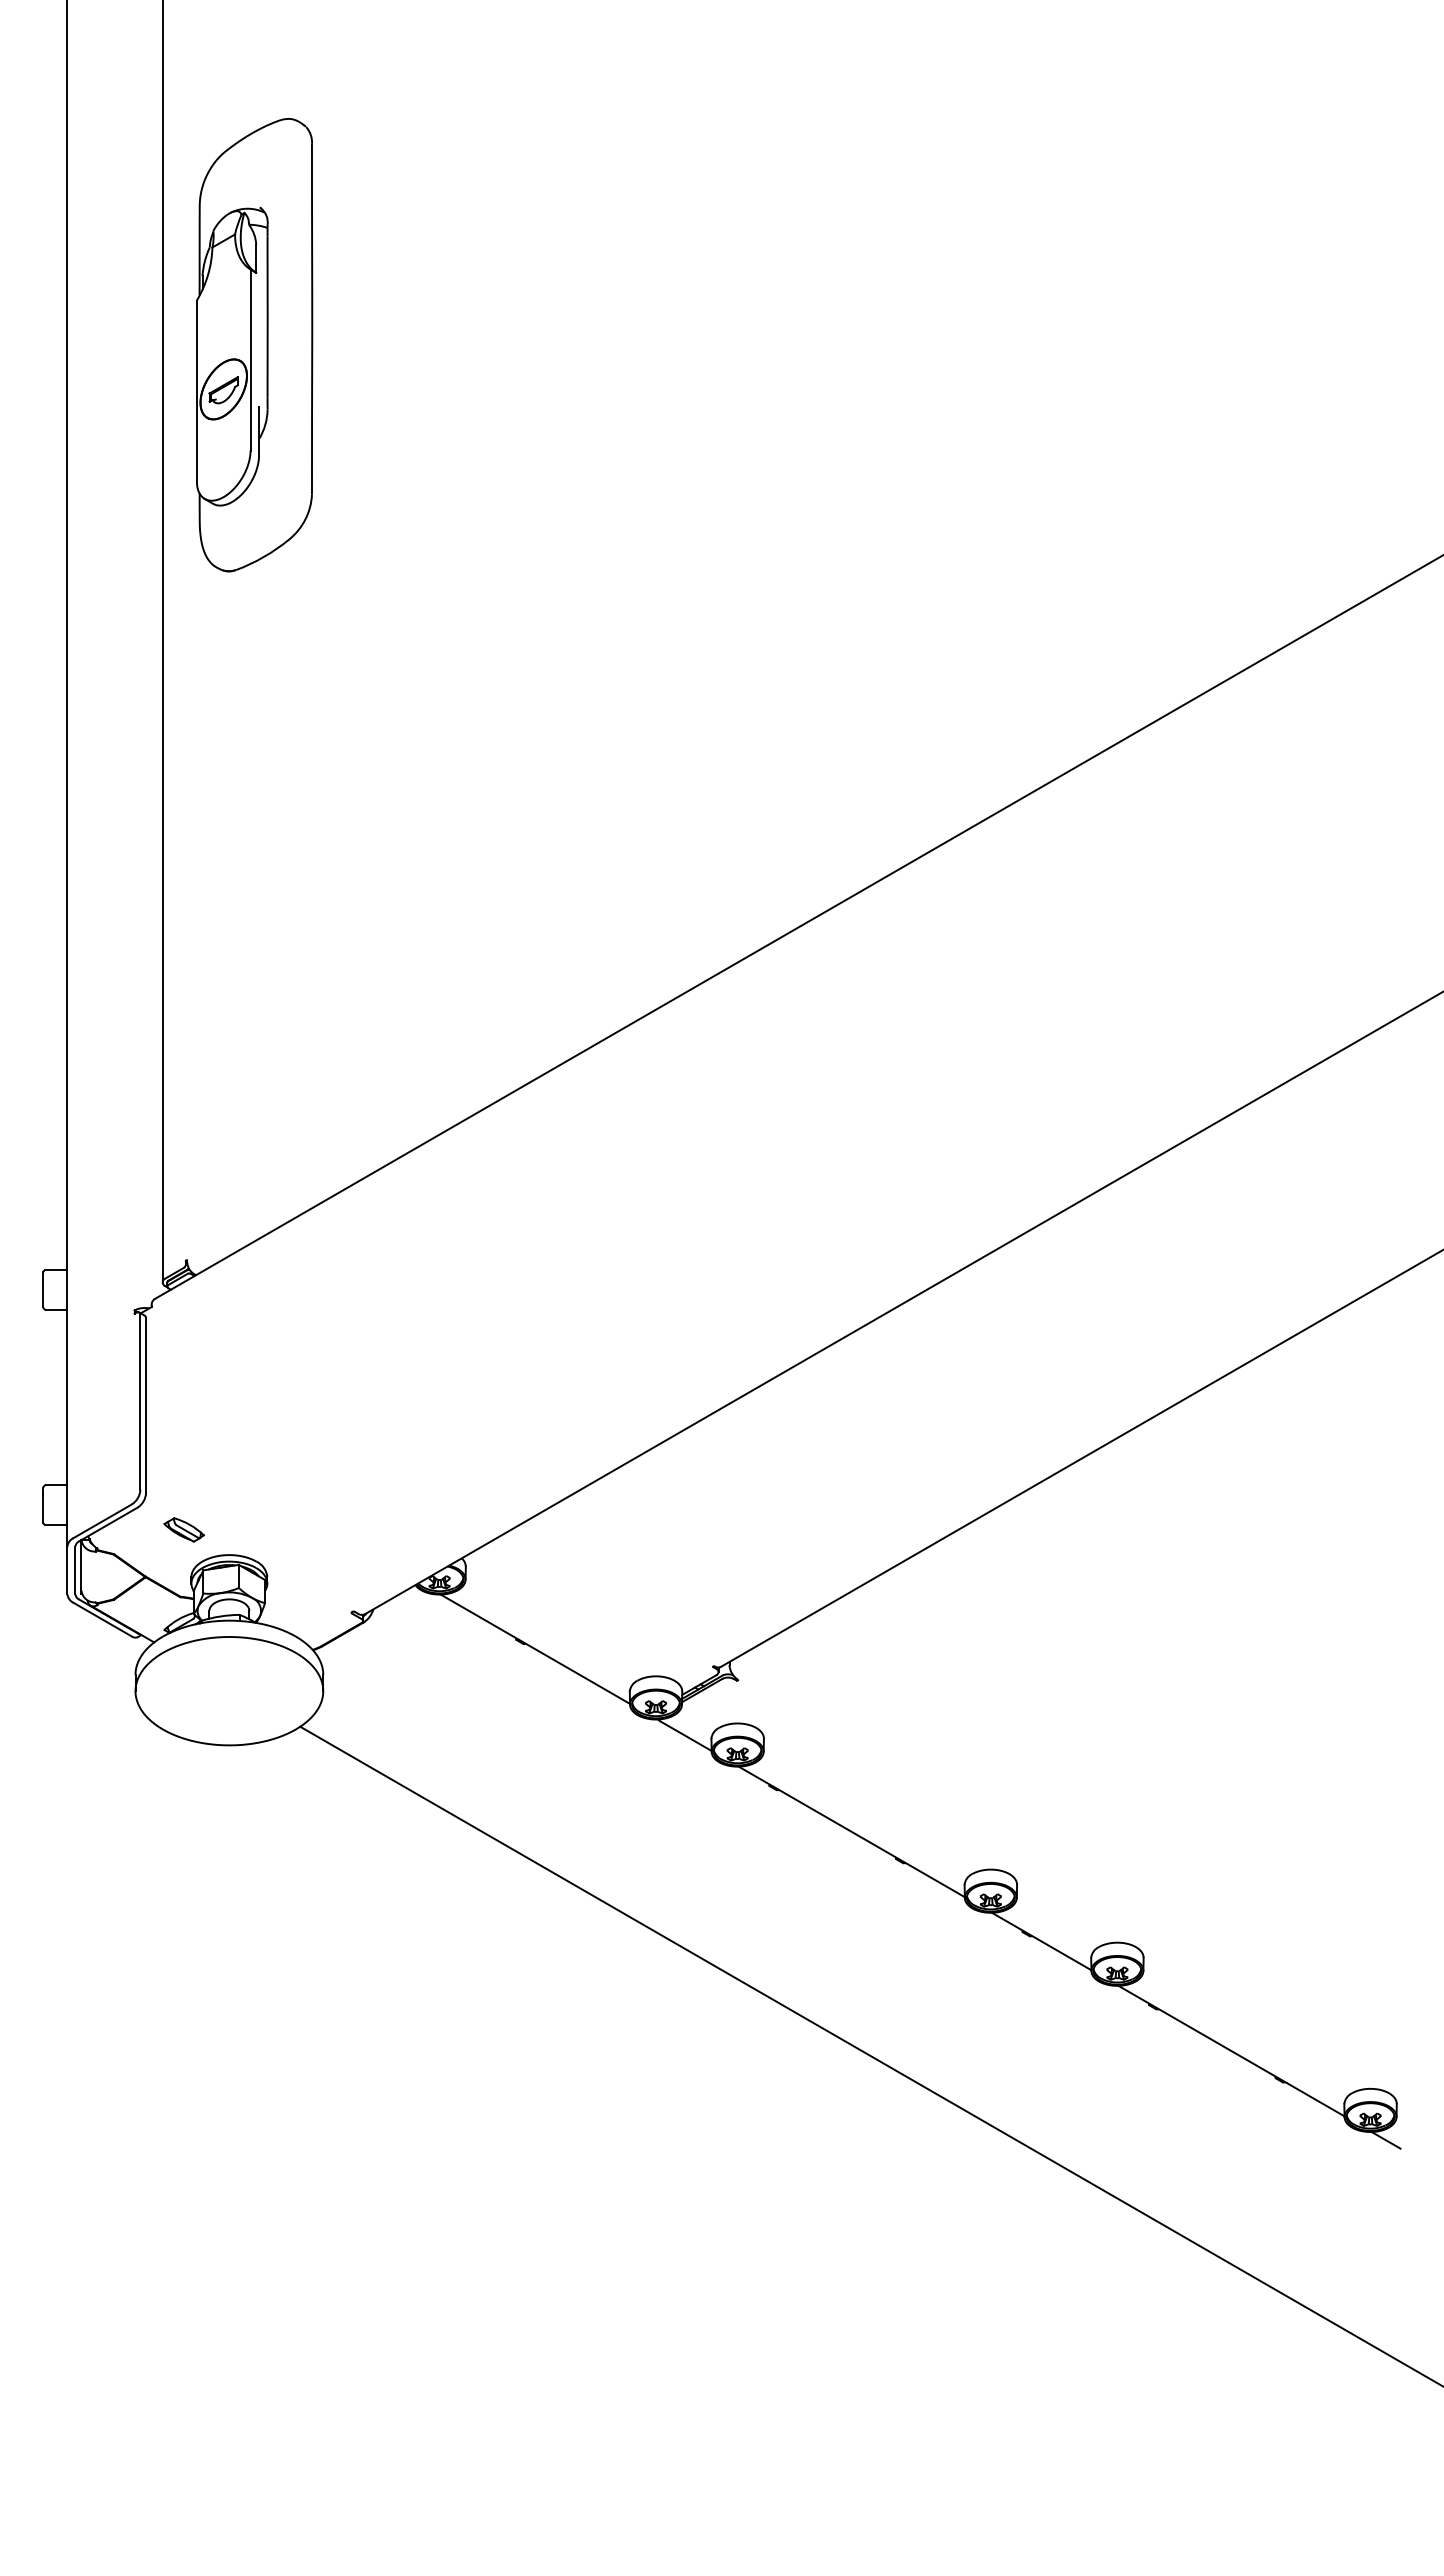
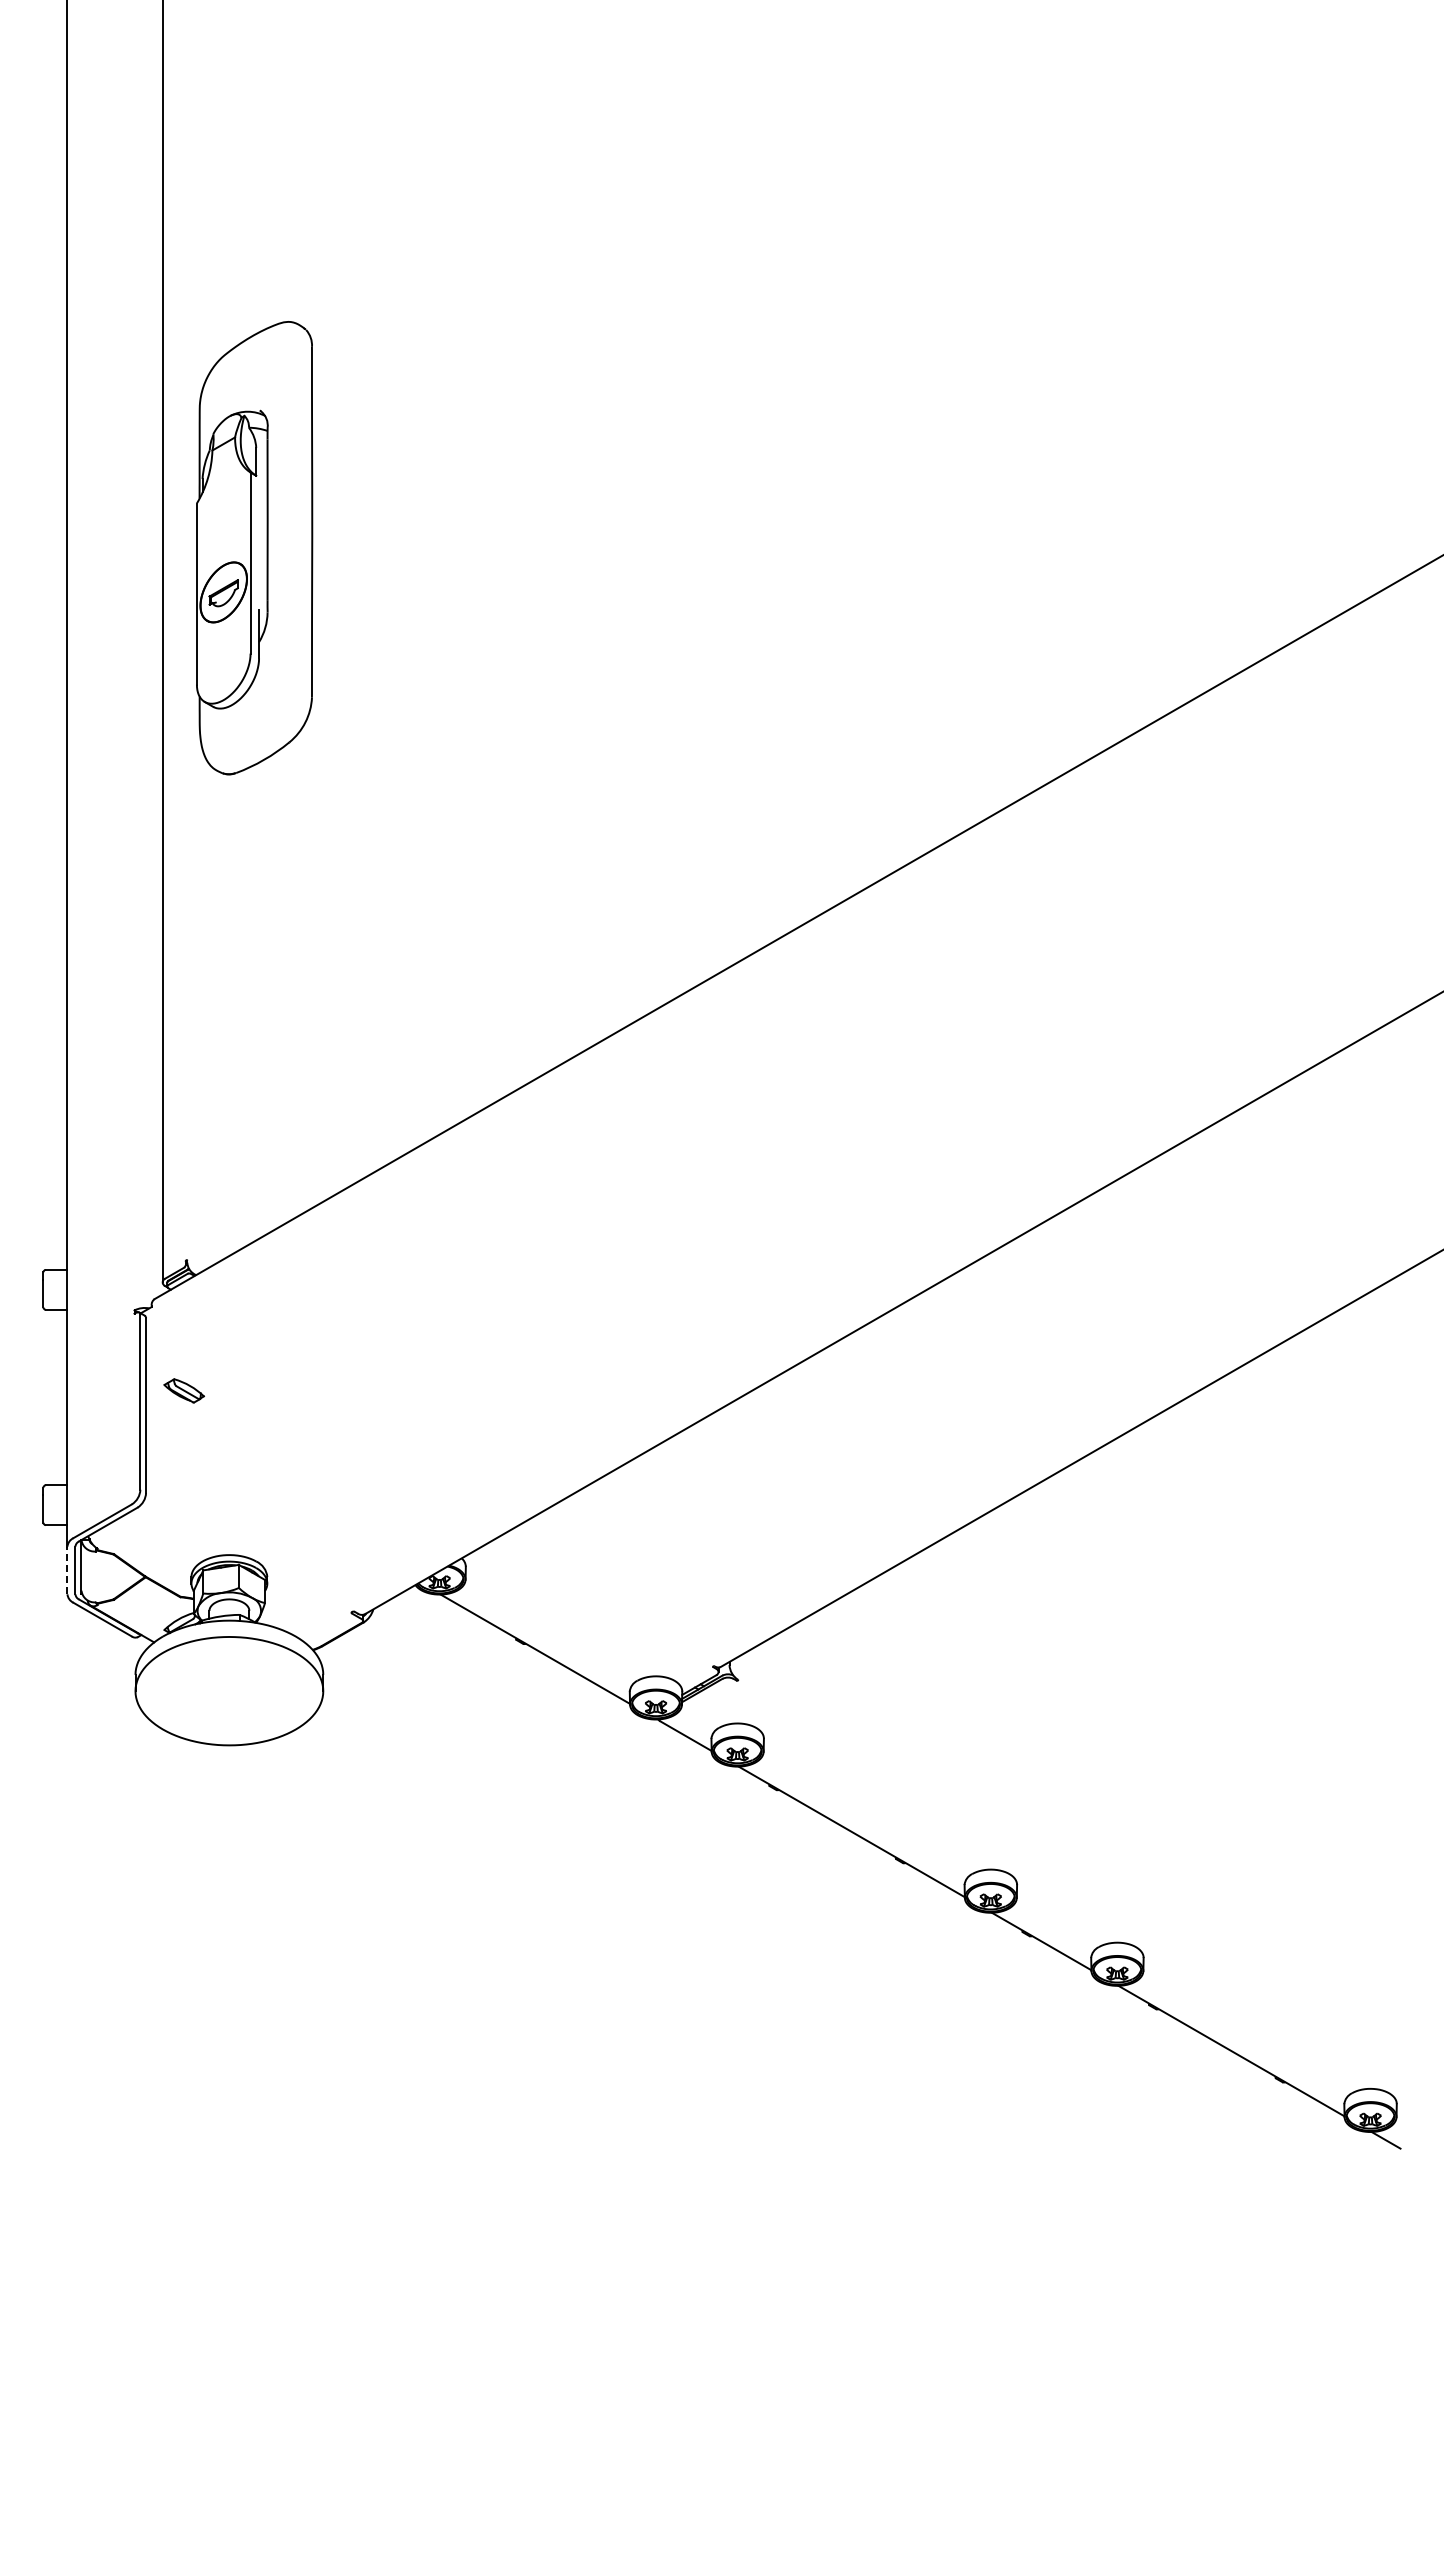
part at (254, 345) position: (254, 345) -> (254, 548)
part at (183, 1529) position: (183, 1529) -> (183, 1390)
line at (67, 1570): solid -> dashed
line at (870, 2055): present -> none
